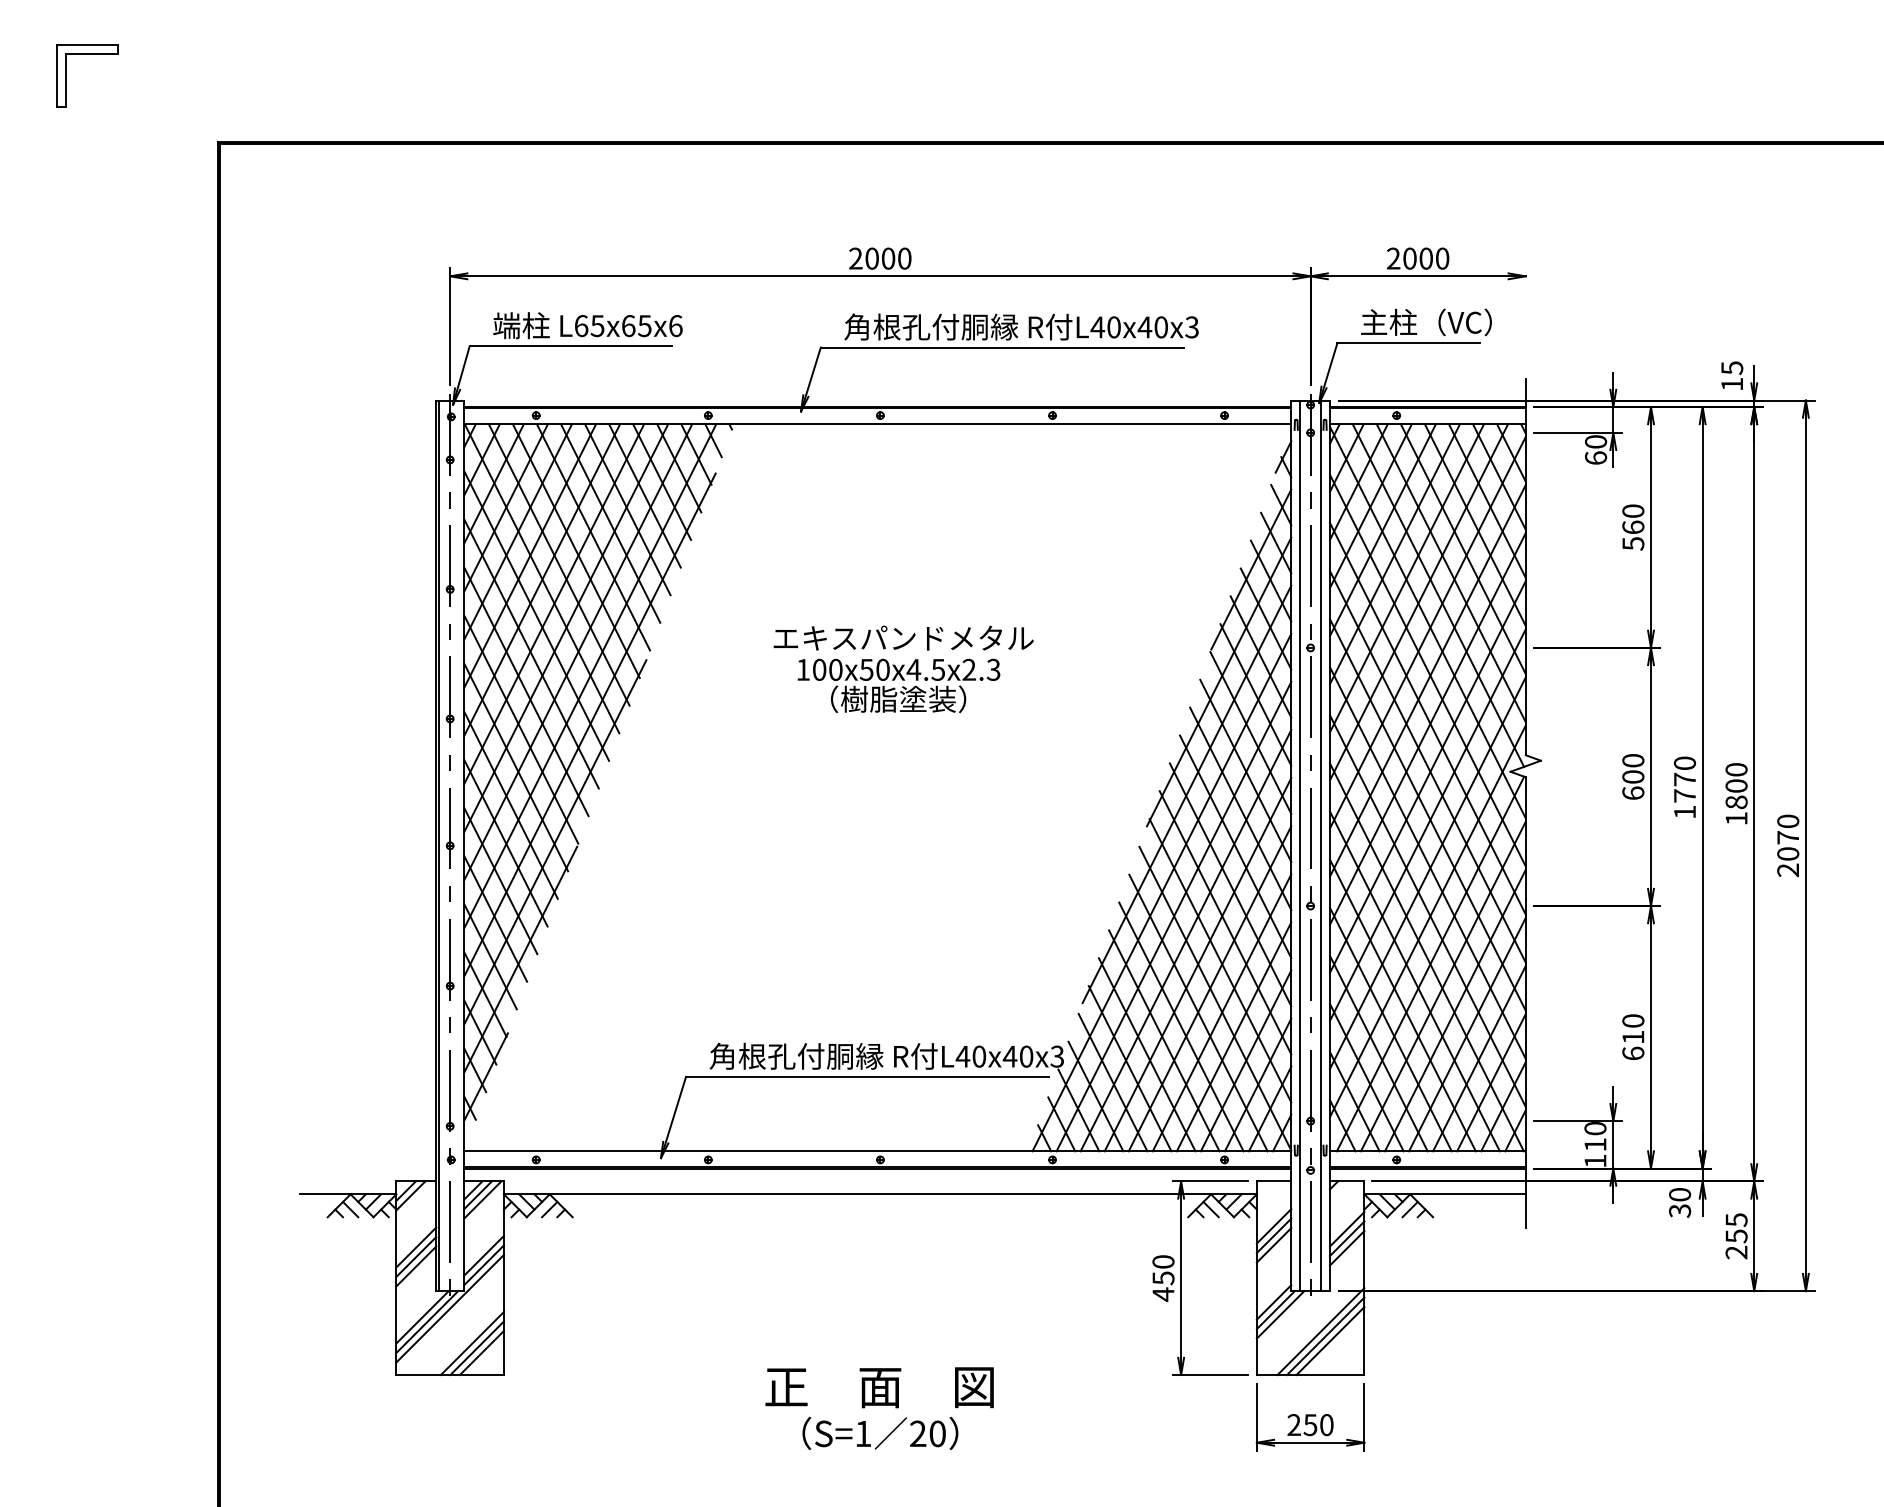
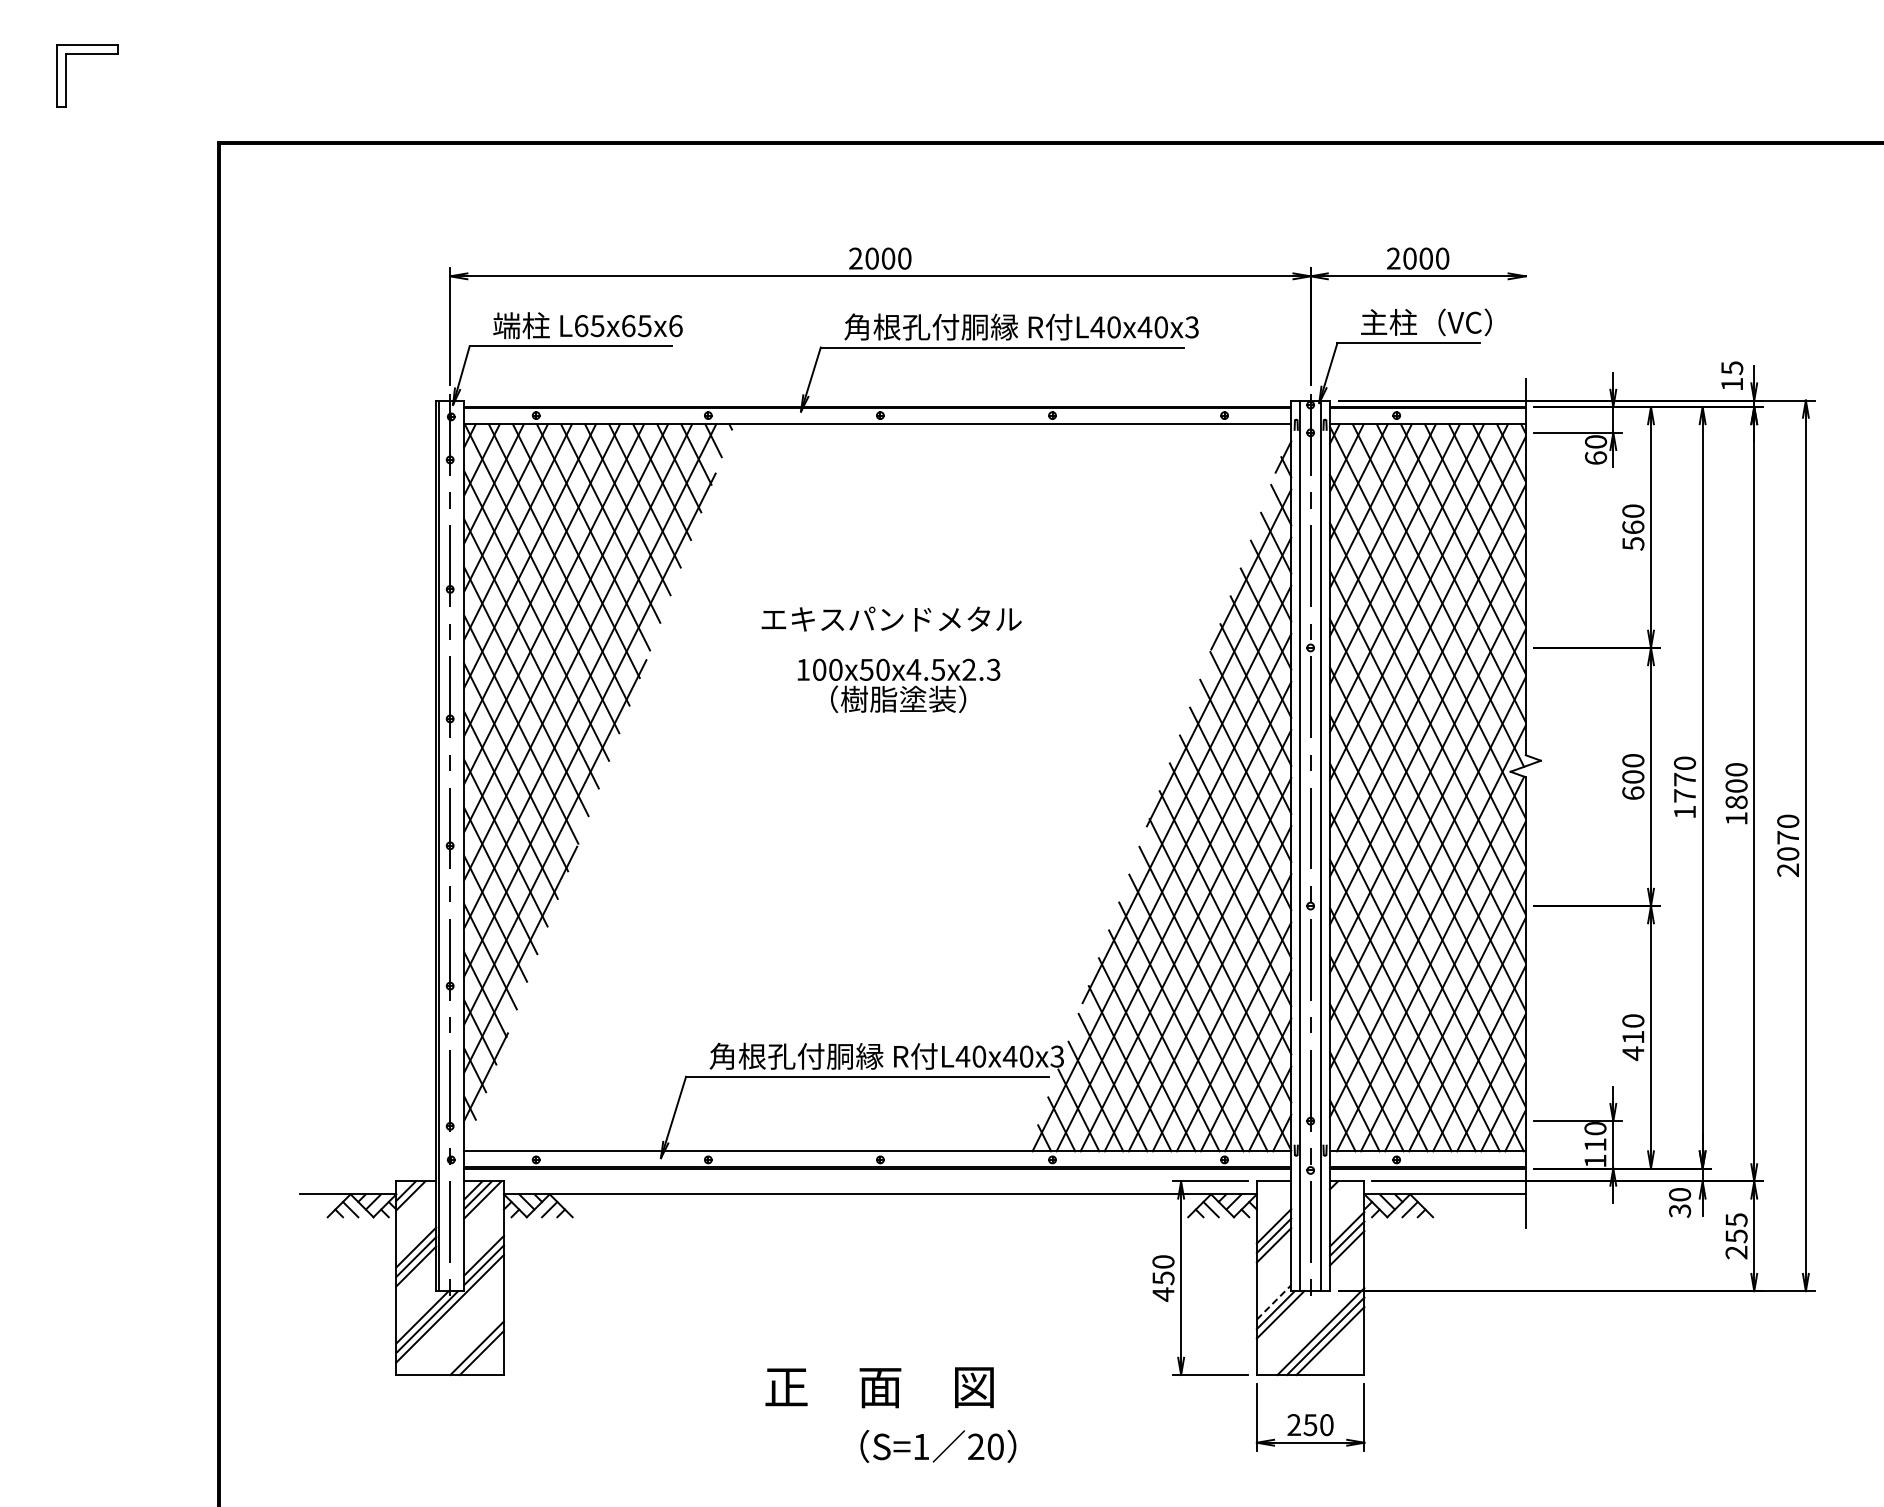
text at (903, 637) position: (903, 637) -> (891, 618)
text at (1633, 1053): 610 -> 410
line at (1274, 1302): solid -> dashed
line at (471, 1343): present -> none
text at (880, 1432) position: (880, 1432) -> (938, 1445)
